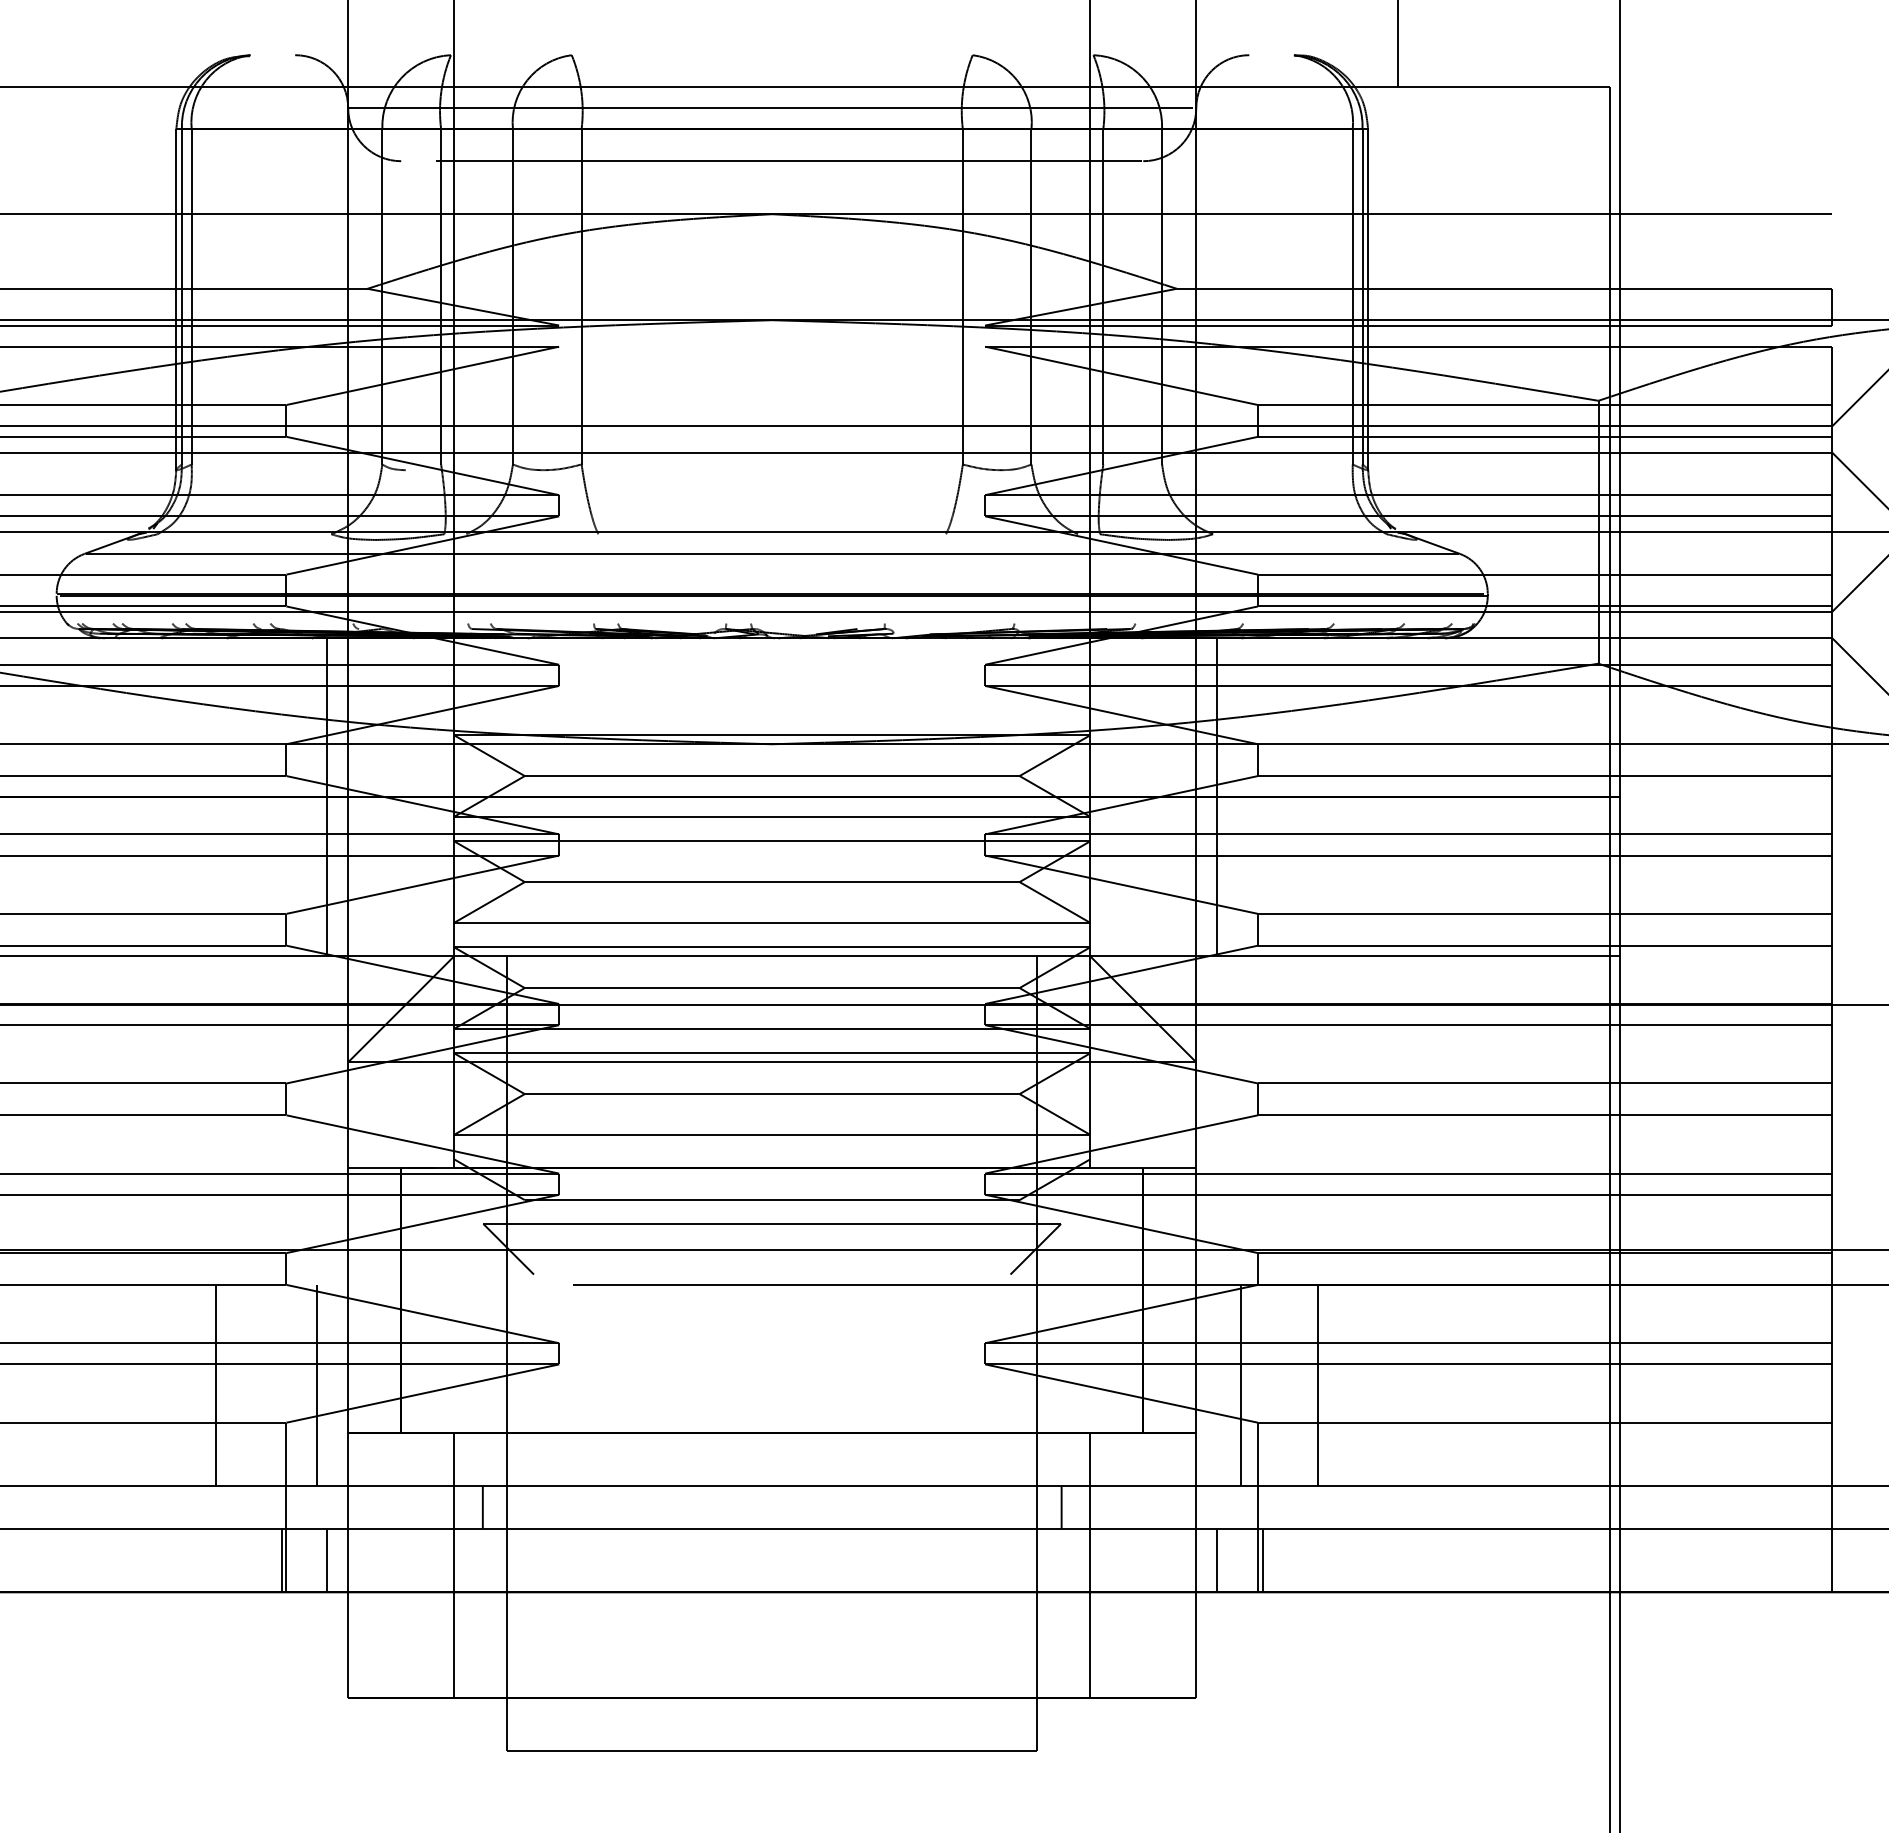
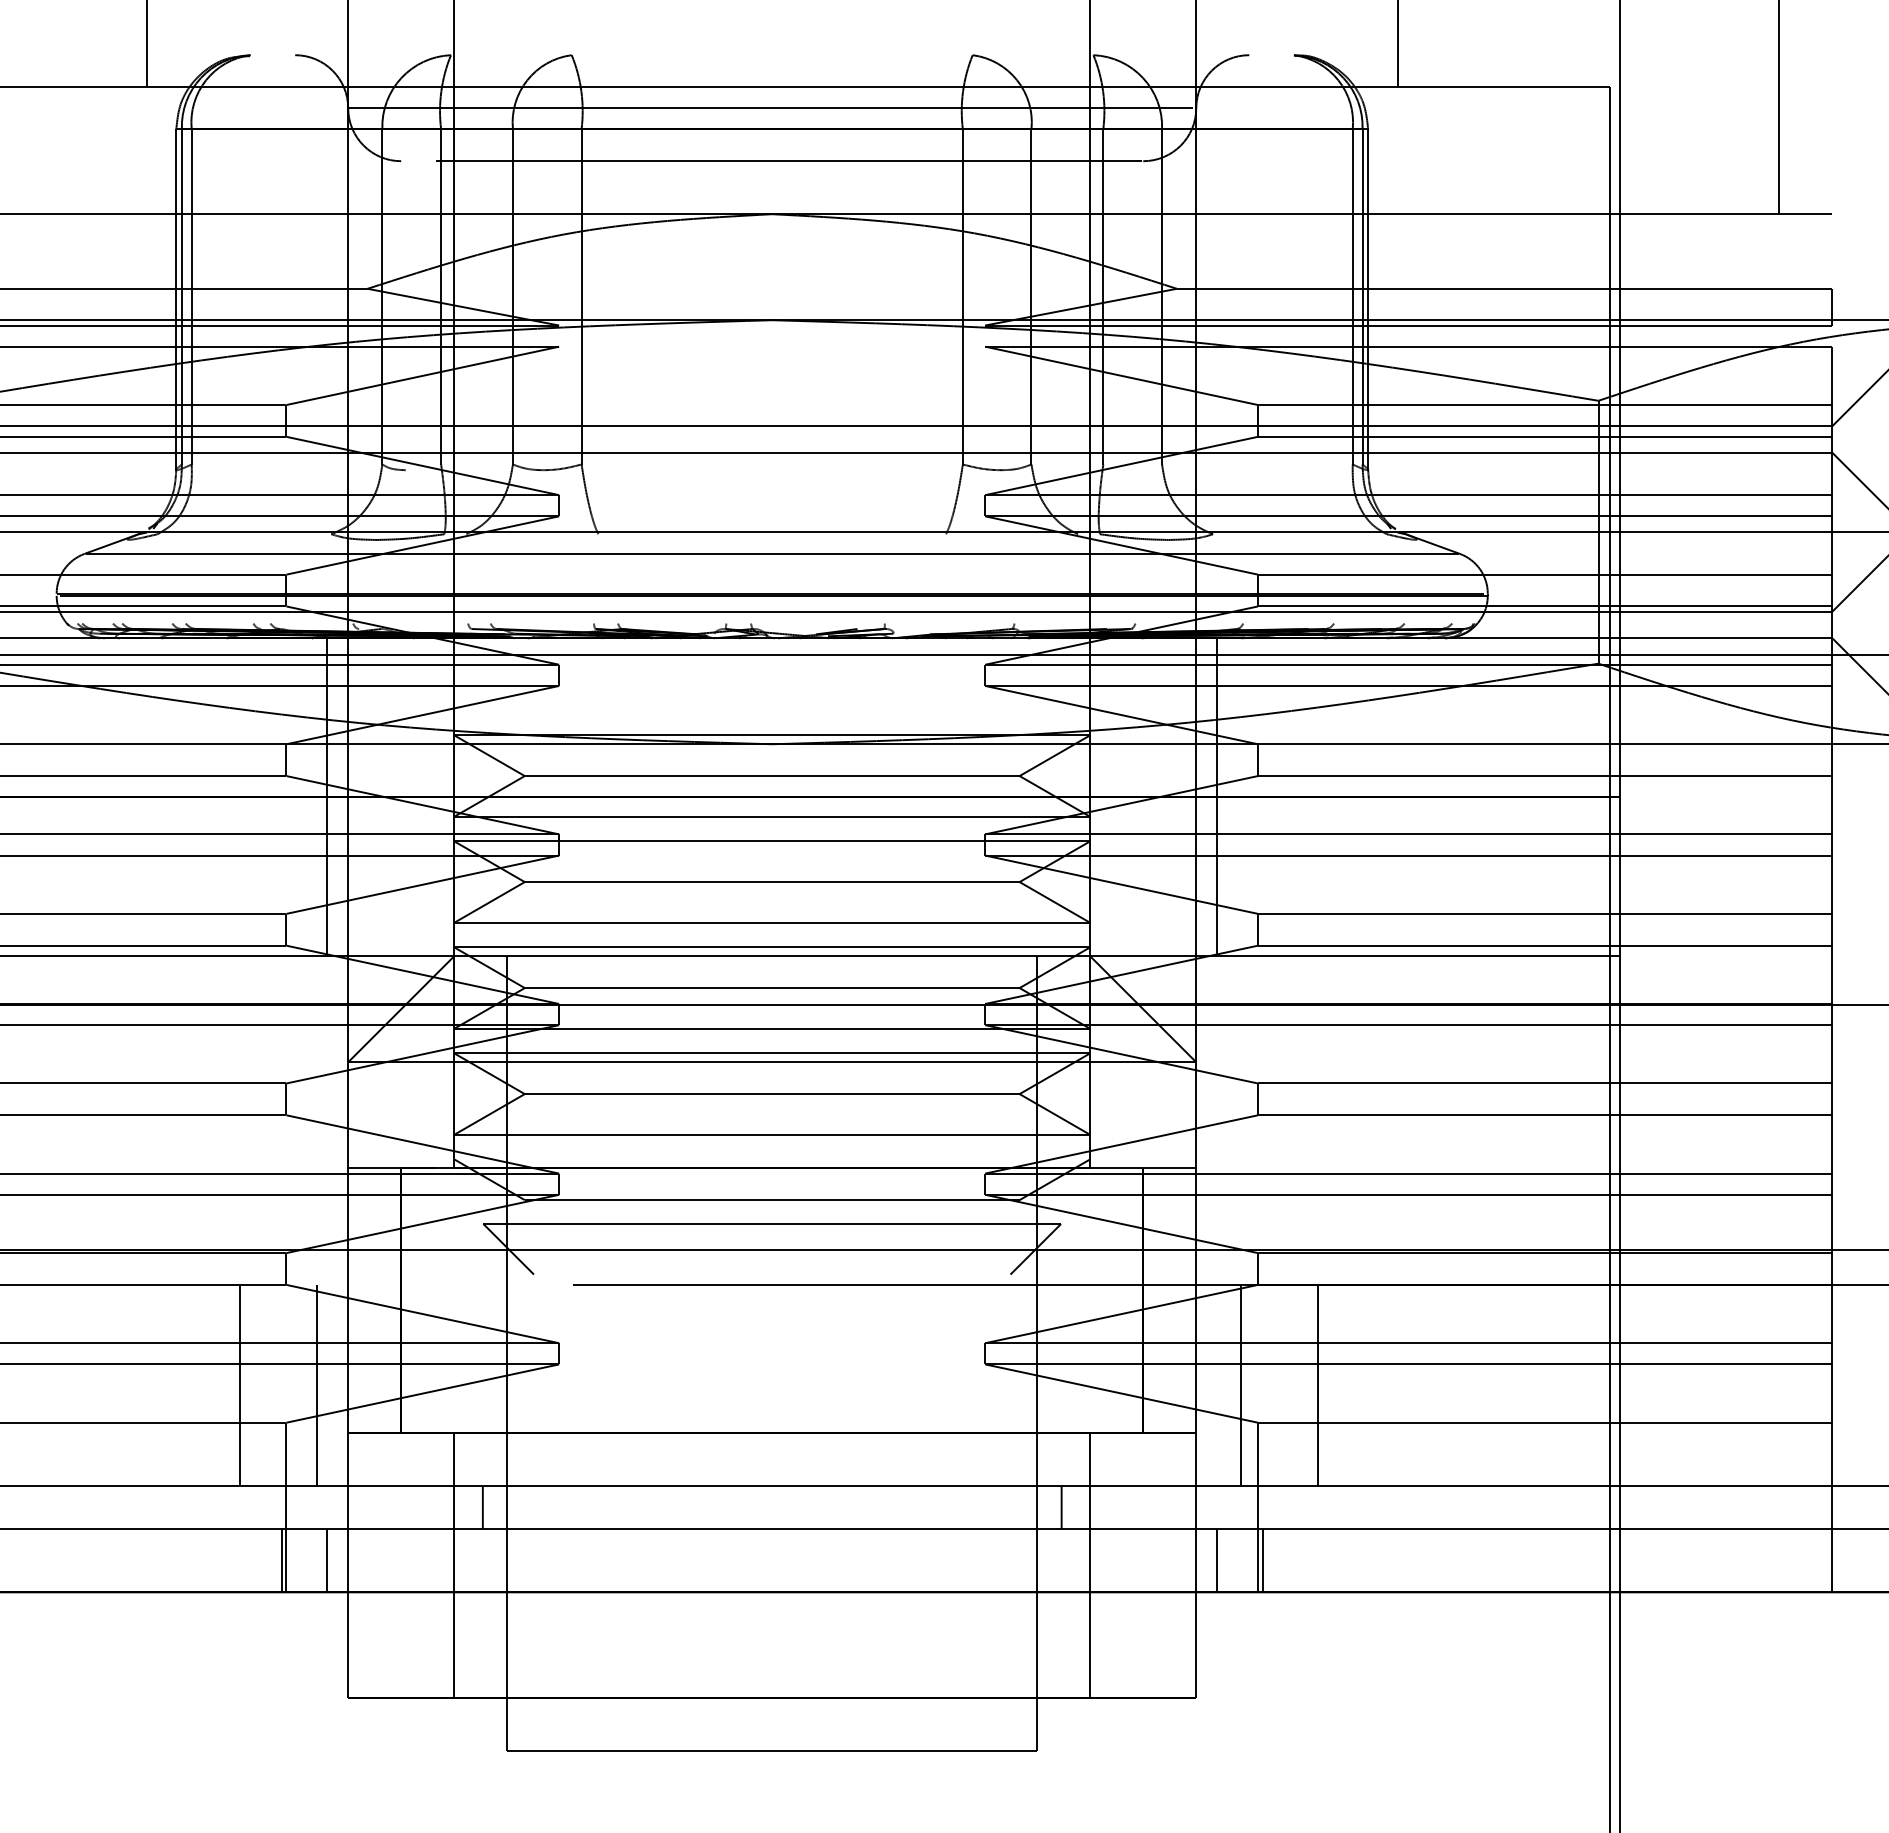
line at (146, 44): none -> present
line at (1779, 108): none -> present
line at (943, 655): none -> present
line at (215, 1385) position: (215, 1385) -> (239, 1385)
